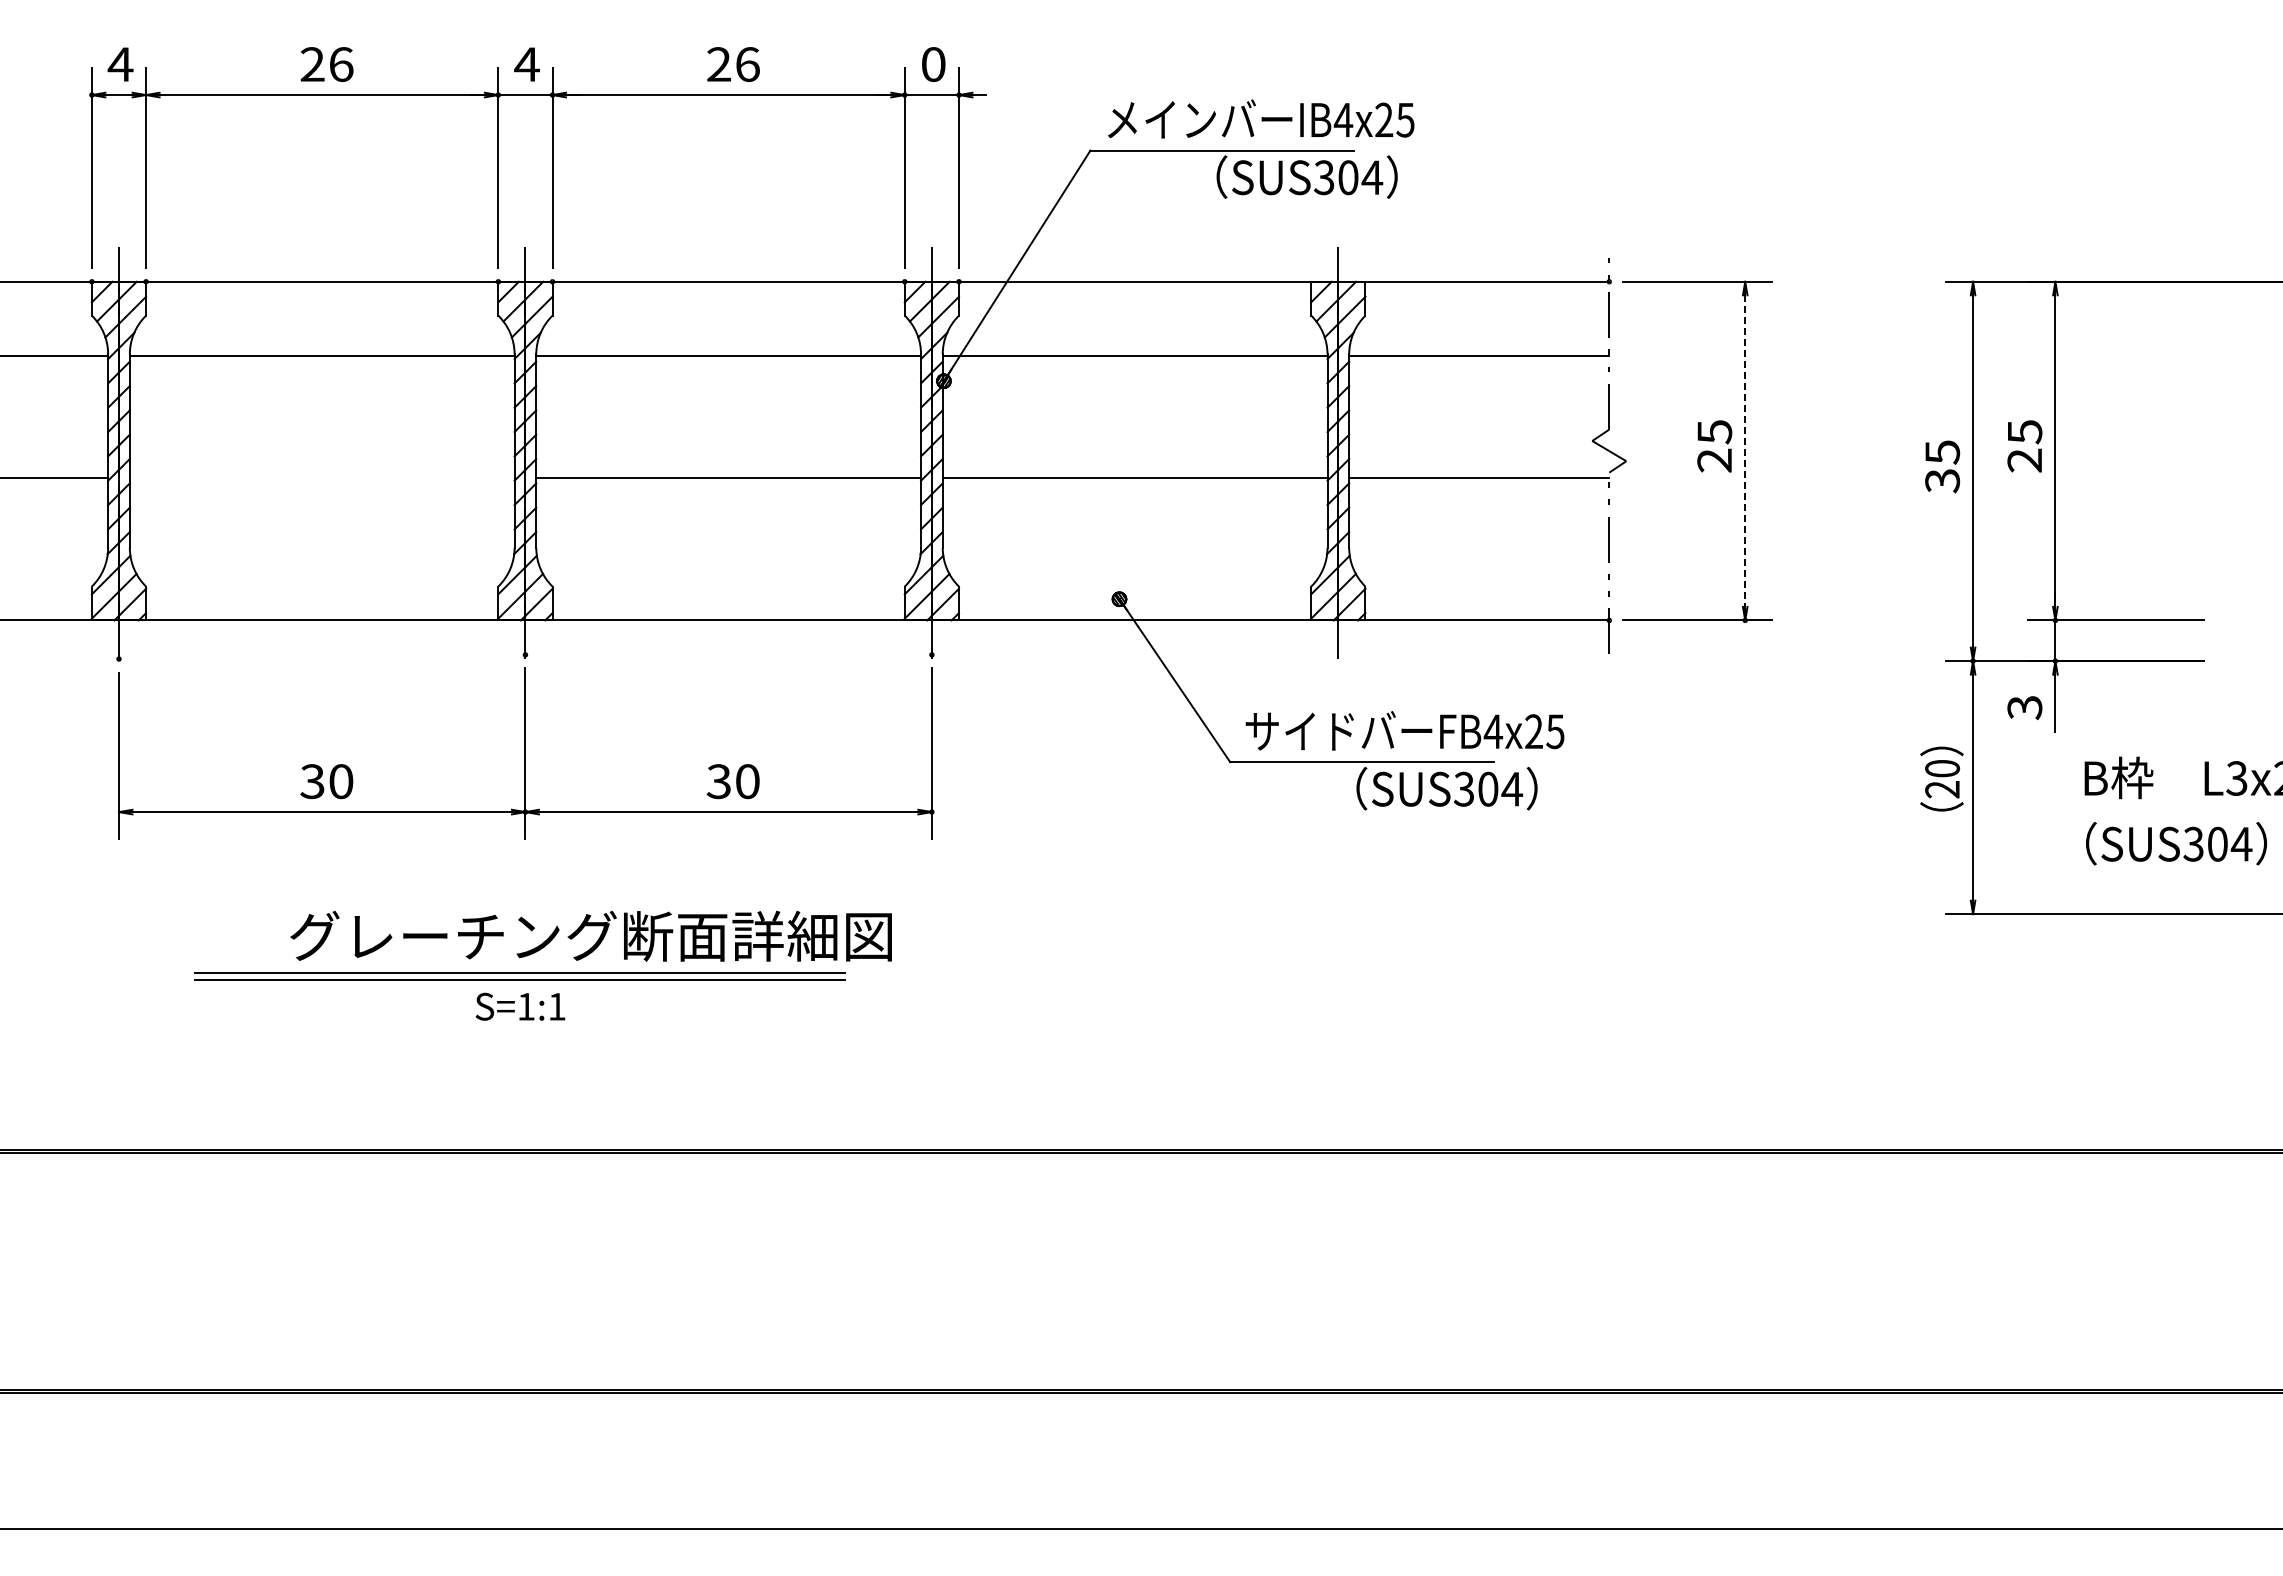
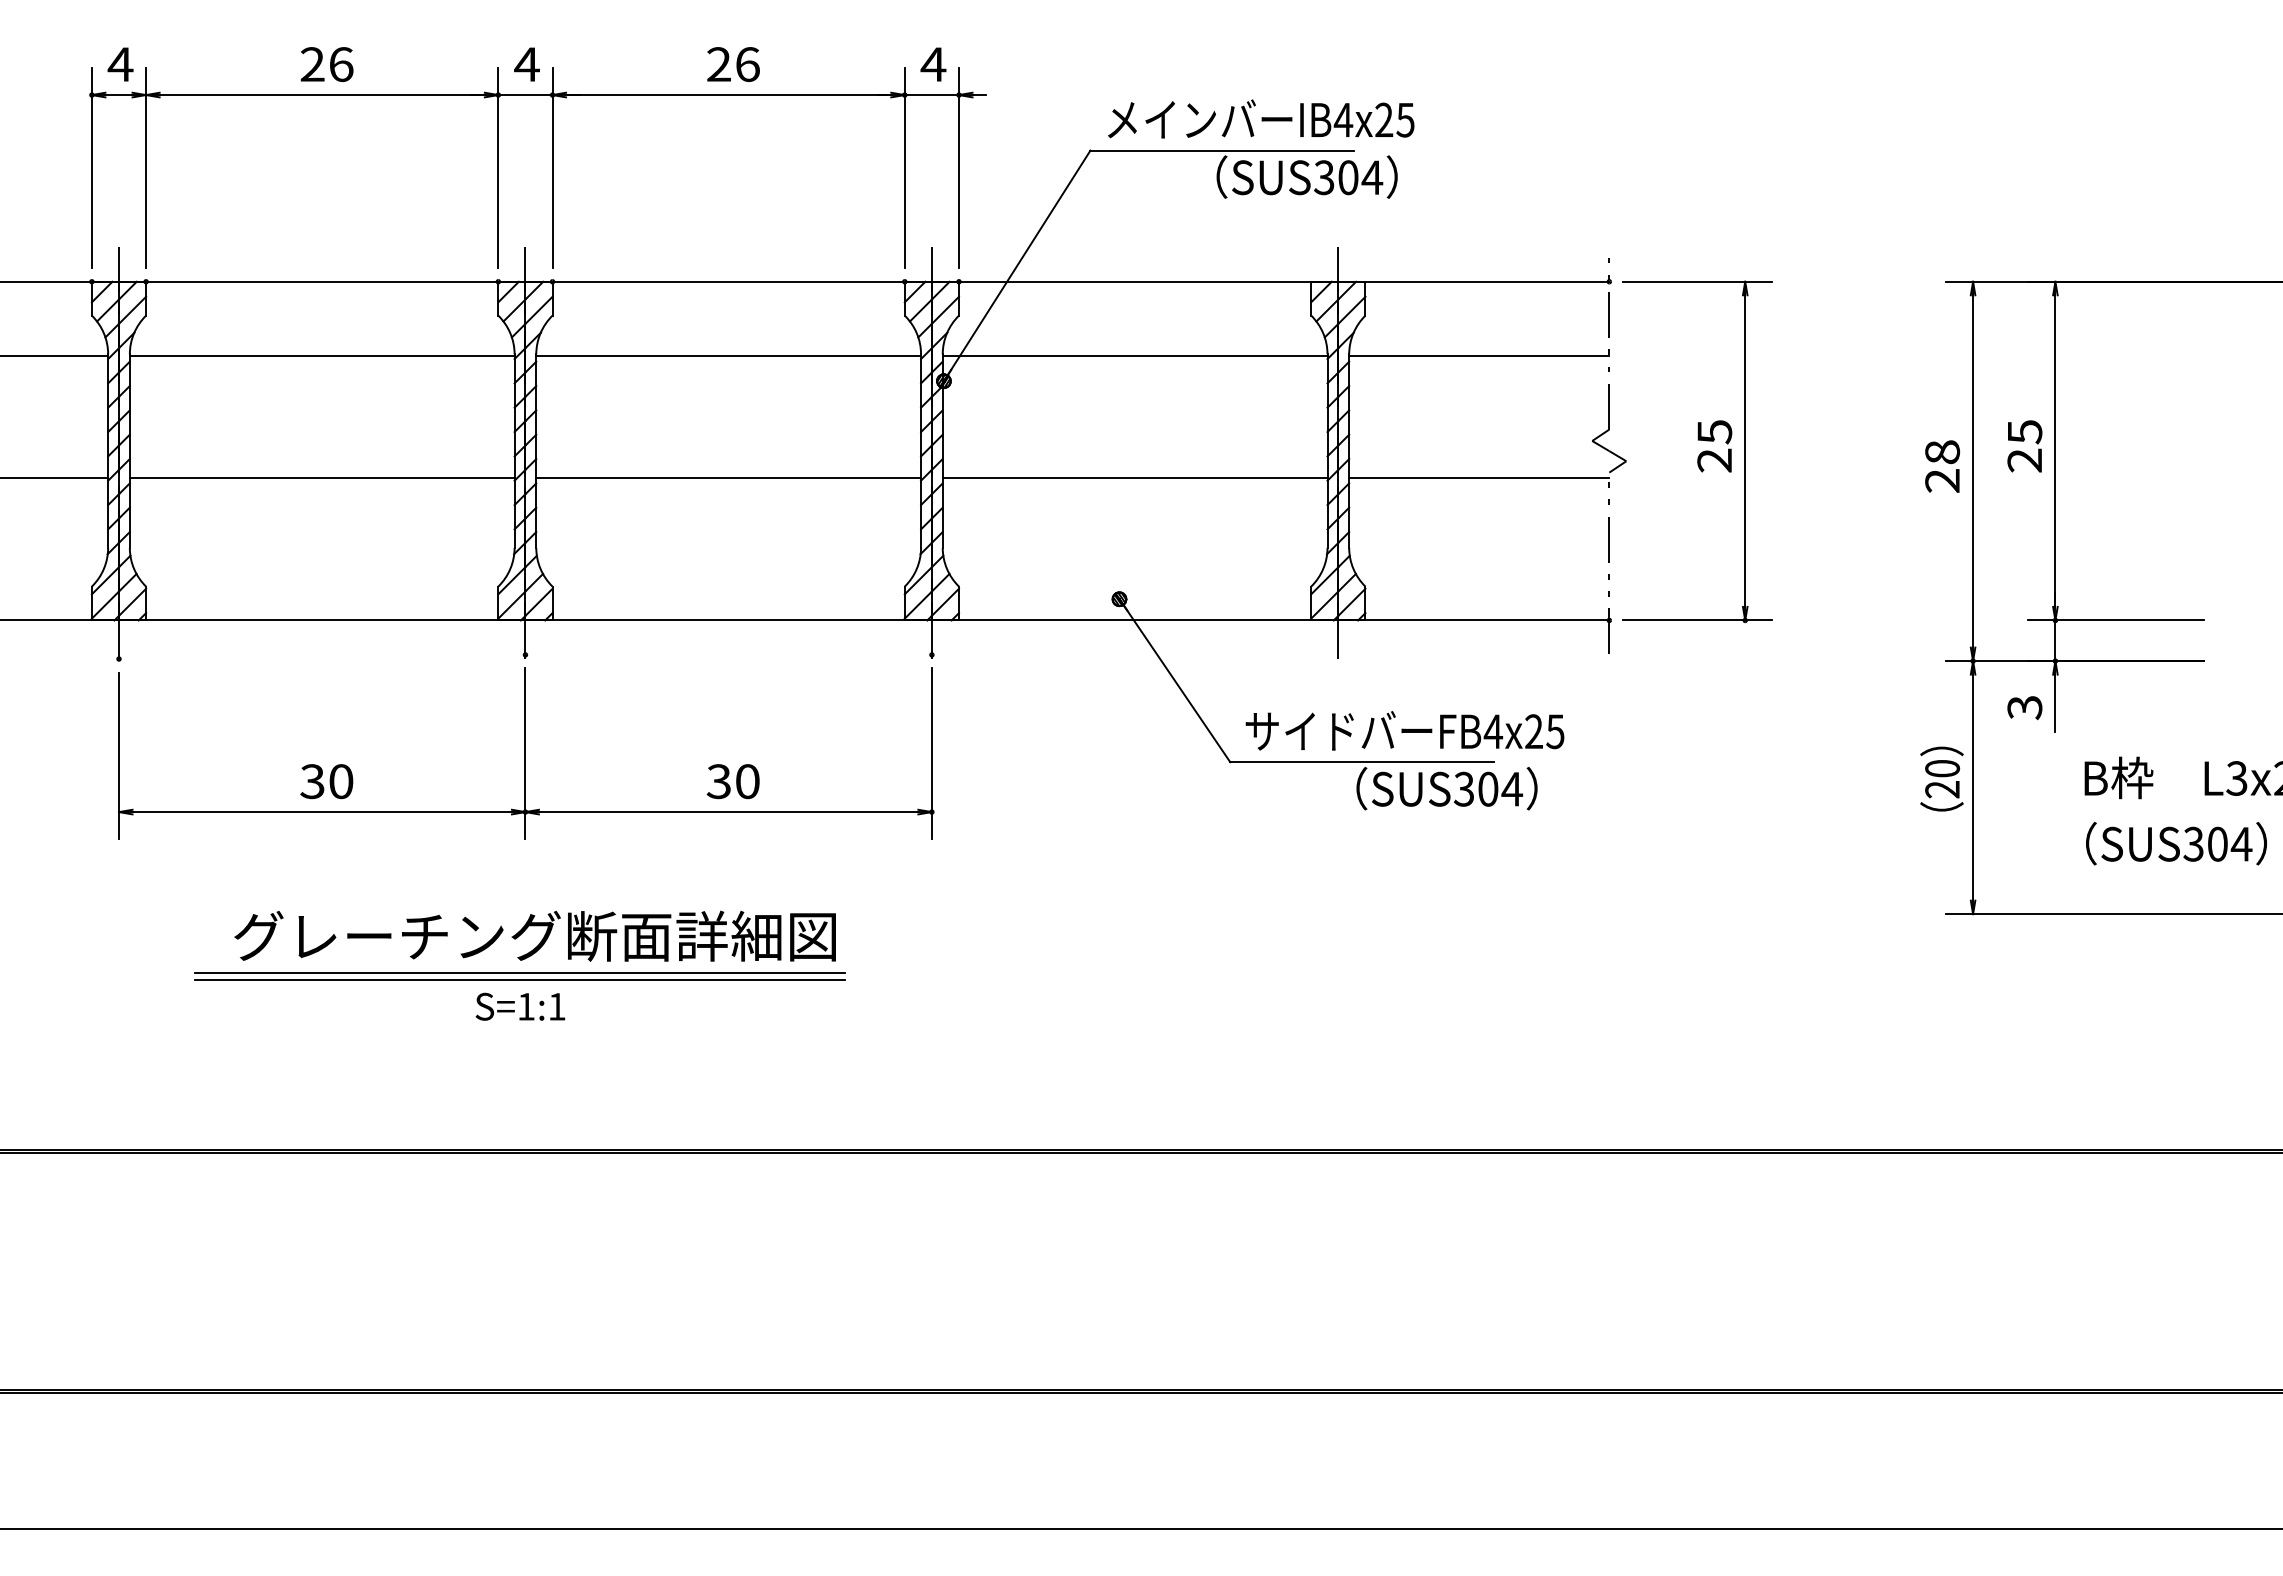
text at (933, 64): 0 -> 4
line at (1745, 451): dashed -> solid
text at (1942, 466): 35 -> 28
line at (321, 478): none -> present
text at (590, 935) position: (590, 935) -> (534, 935)
